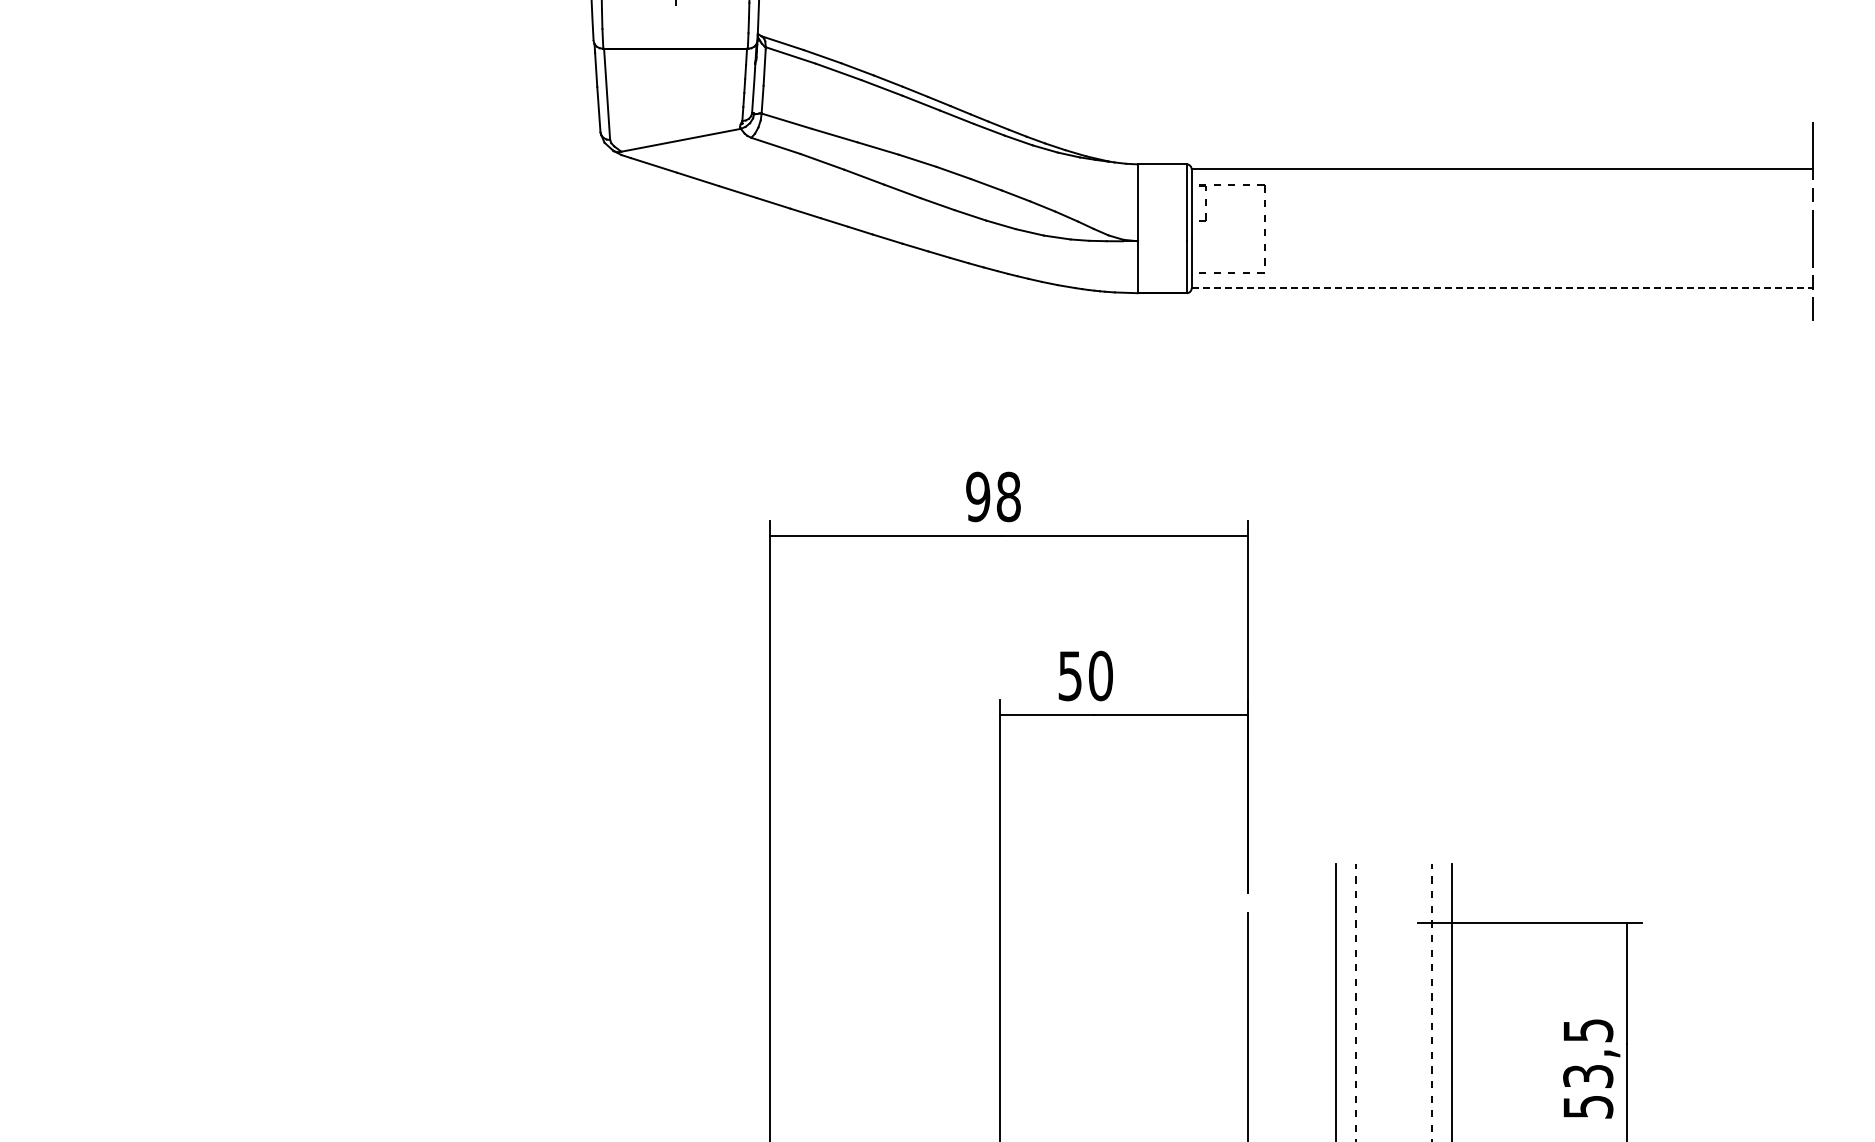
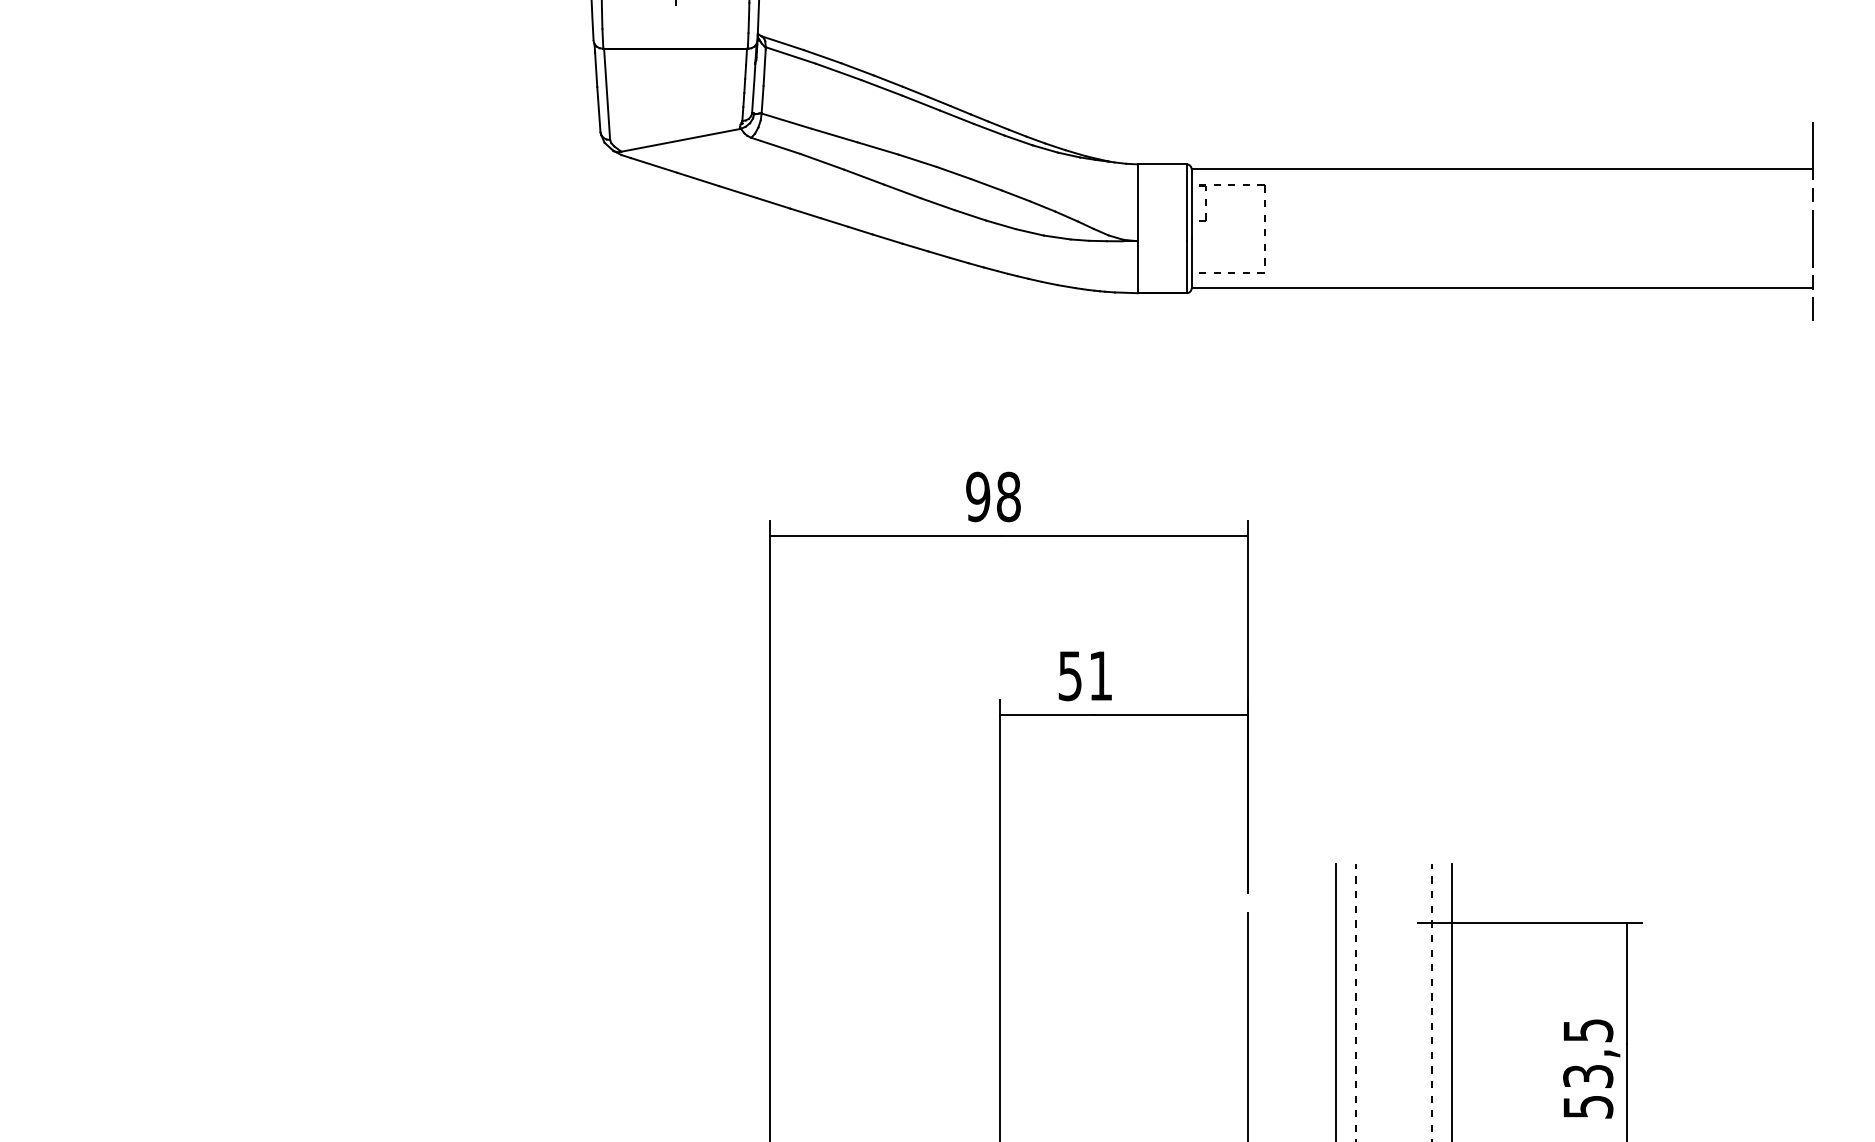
line at (1502, 288): dashed -> solid
text at (1100, 675): 50 -> 51
